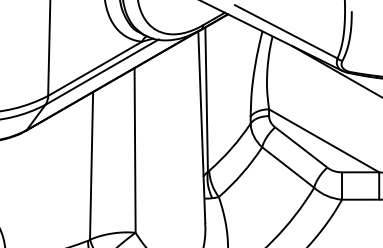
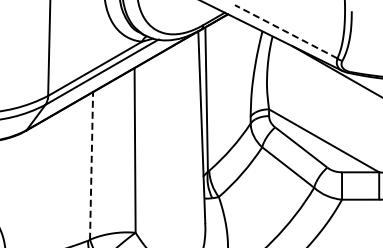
line at (286, 31): solid -> dashed
line at (91, 165): solid -> dashed
